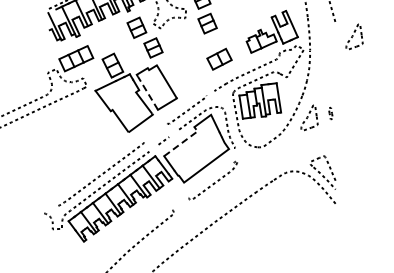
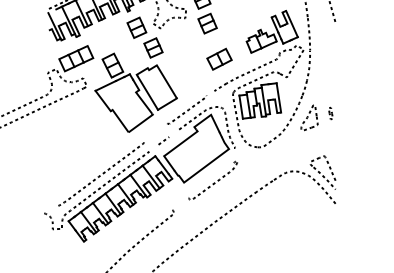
part at (354, 36): present -> none
line at (147, 92): dashed -> solid
line at (182, 142): dashed -> solid
